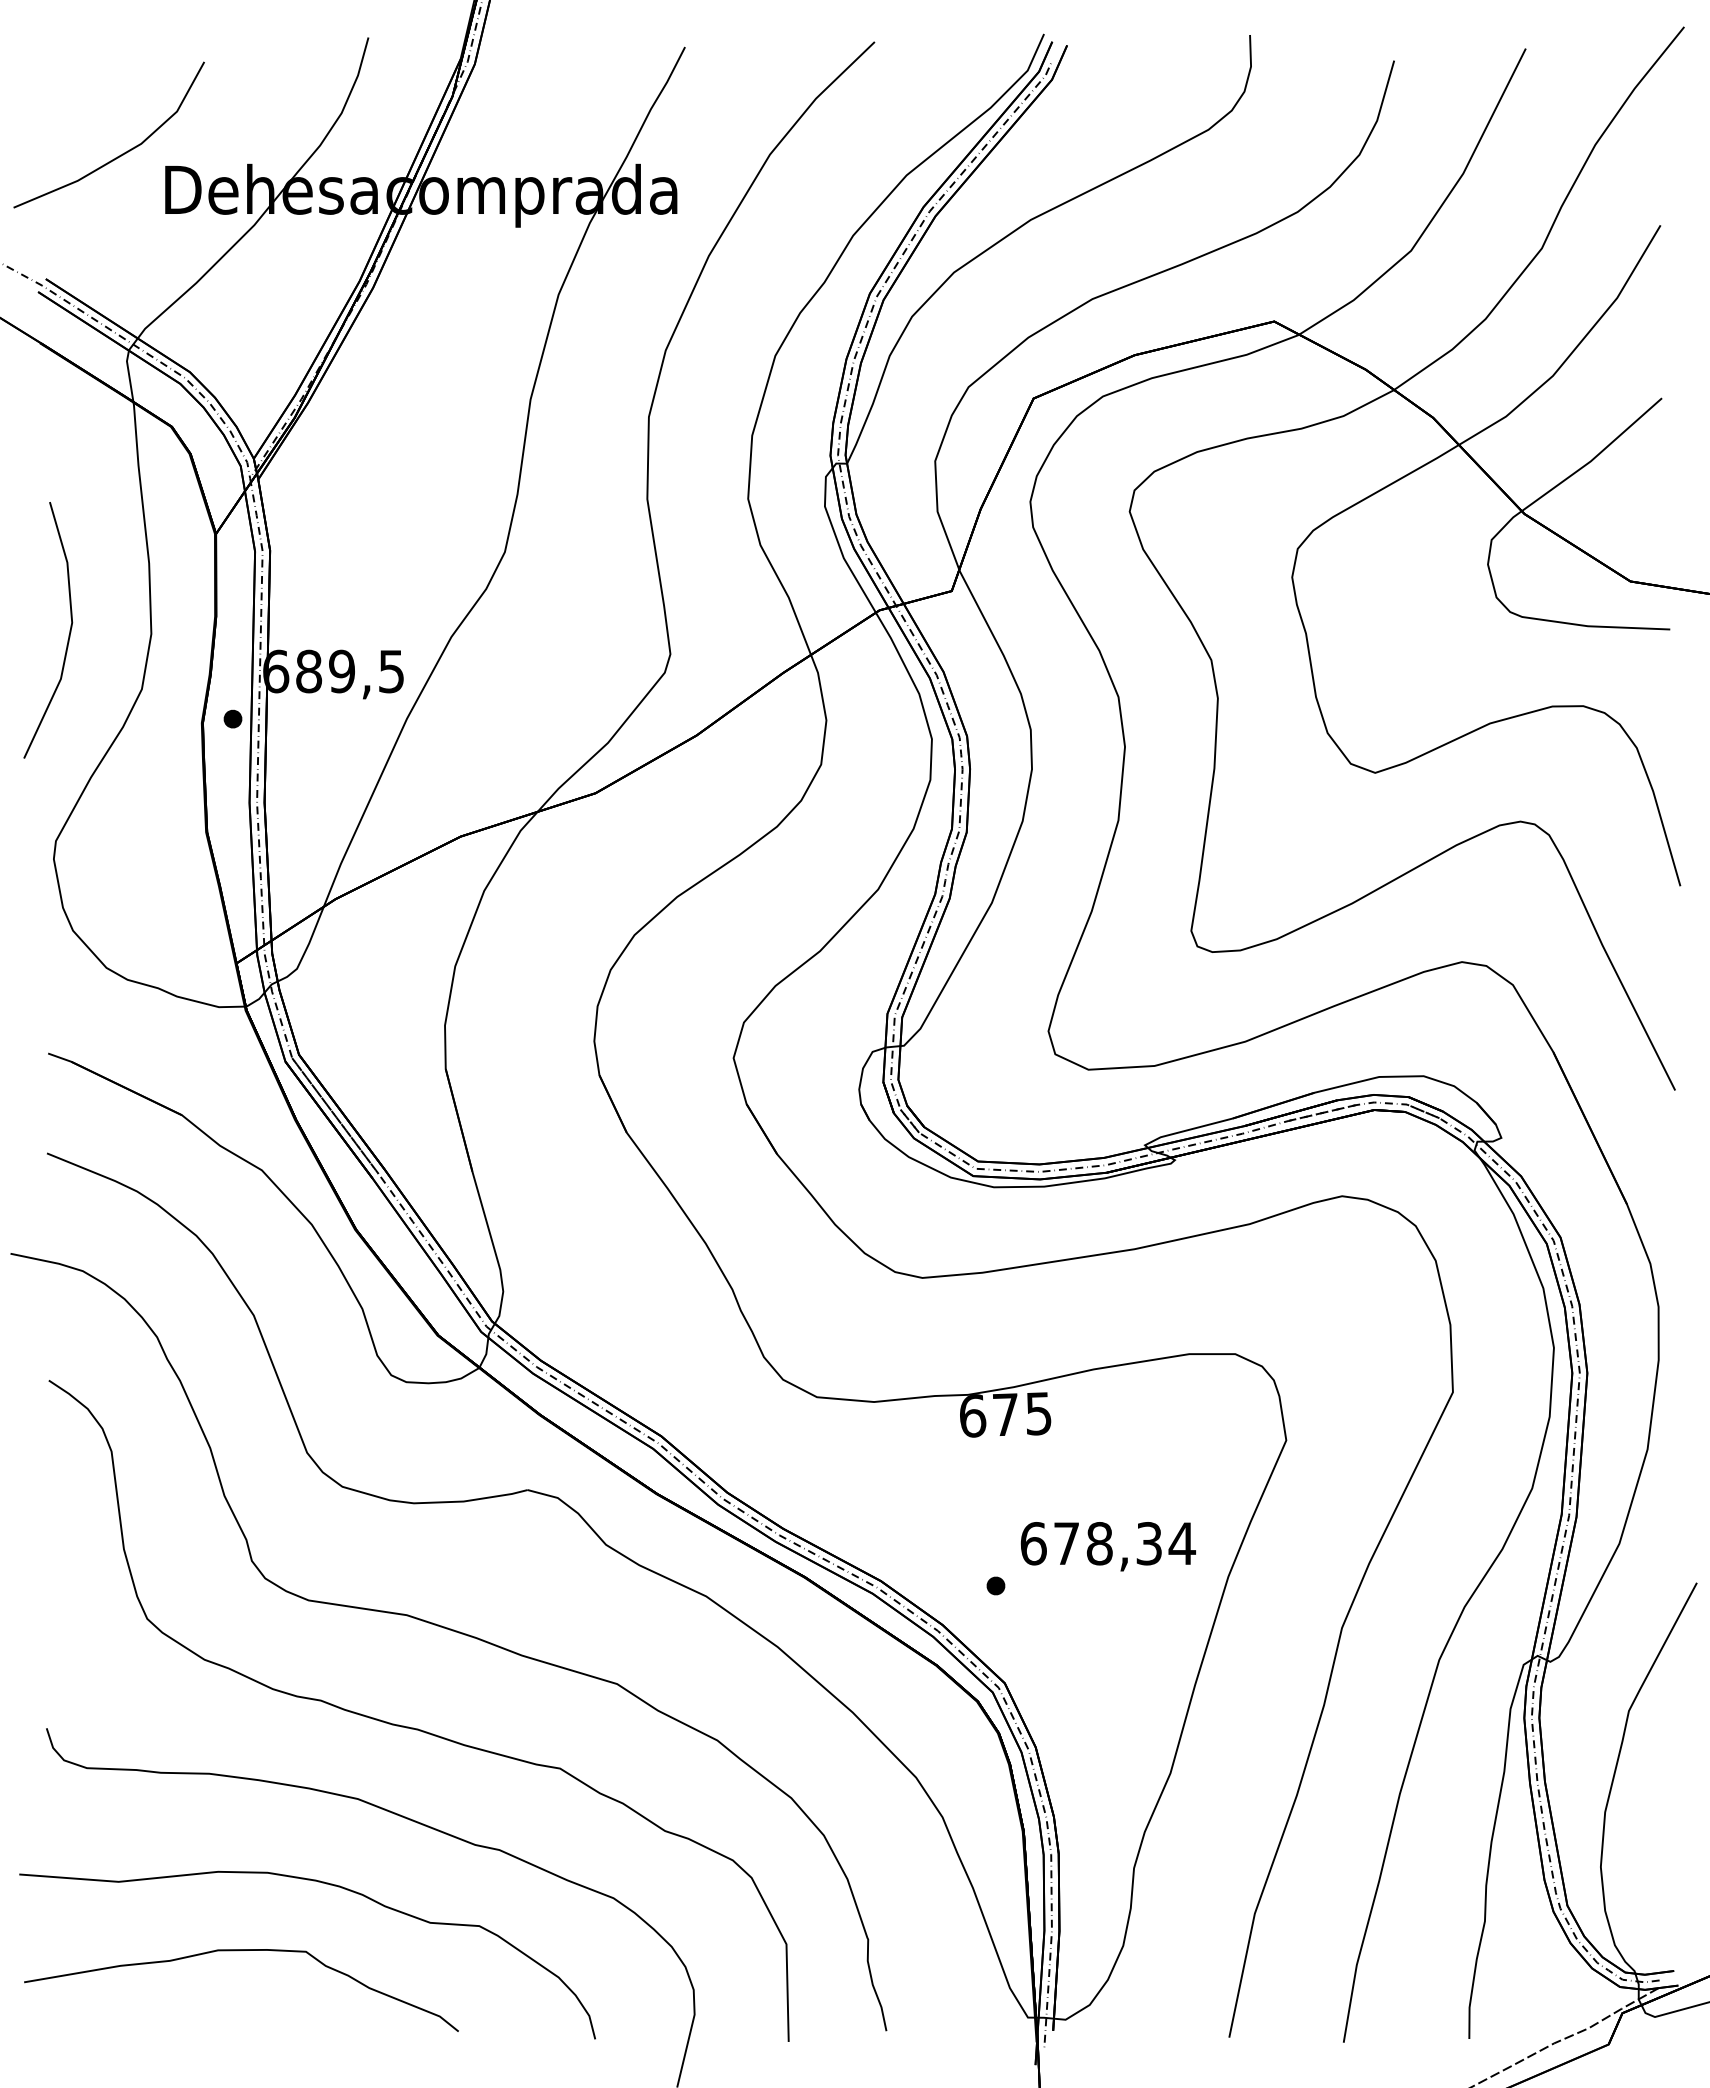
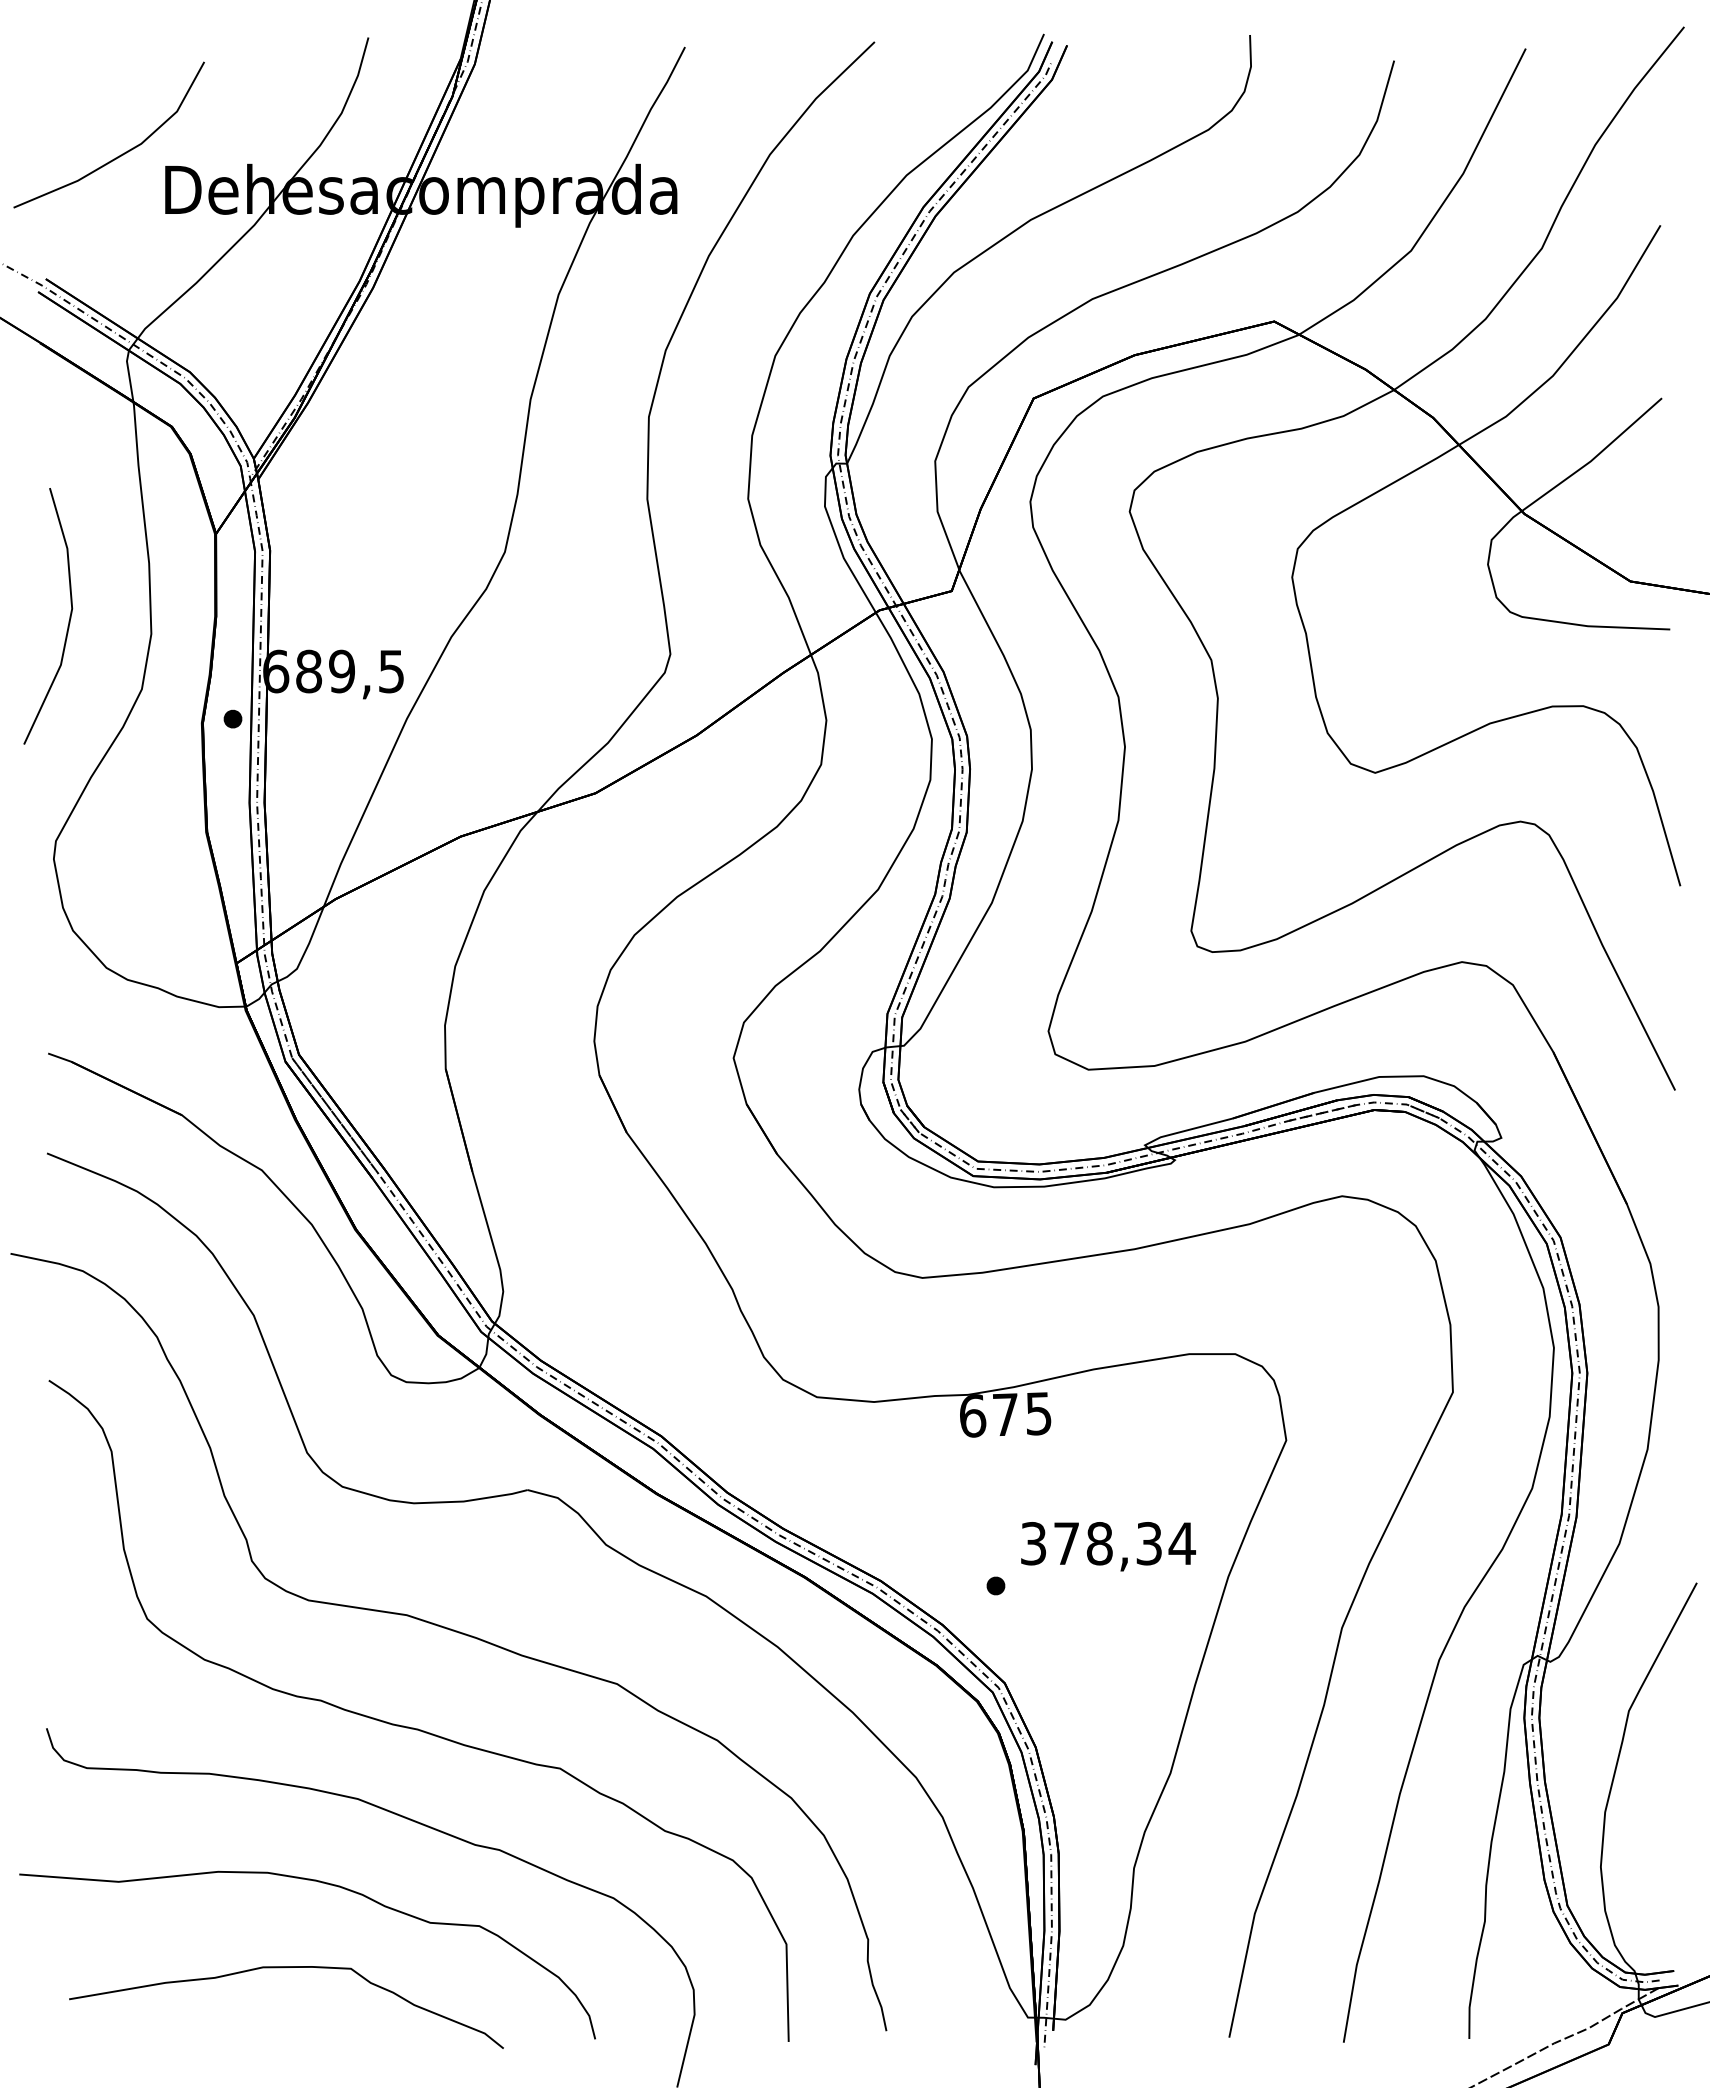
line at (68, 635) position: (68, 635) -> (68, 621)
text at (1033, 1543): 678,34 -> 378,34
curve at (238, 1951) position: (238, 1951) -> (283, 1968)
